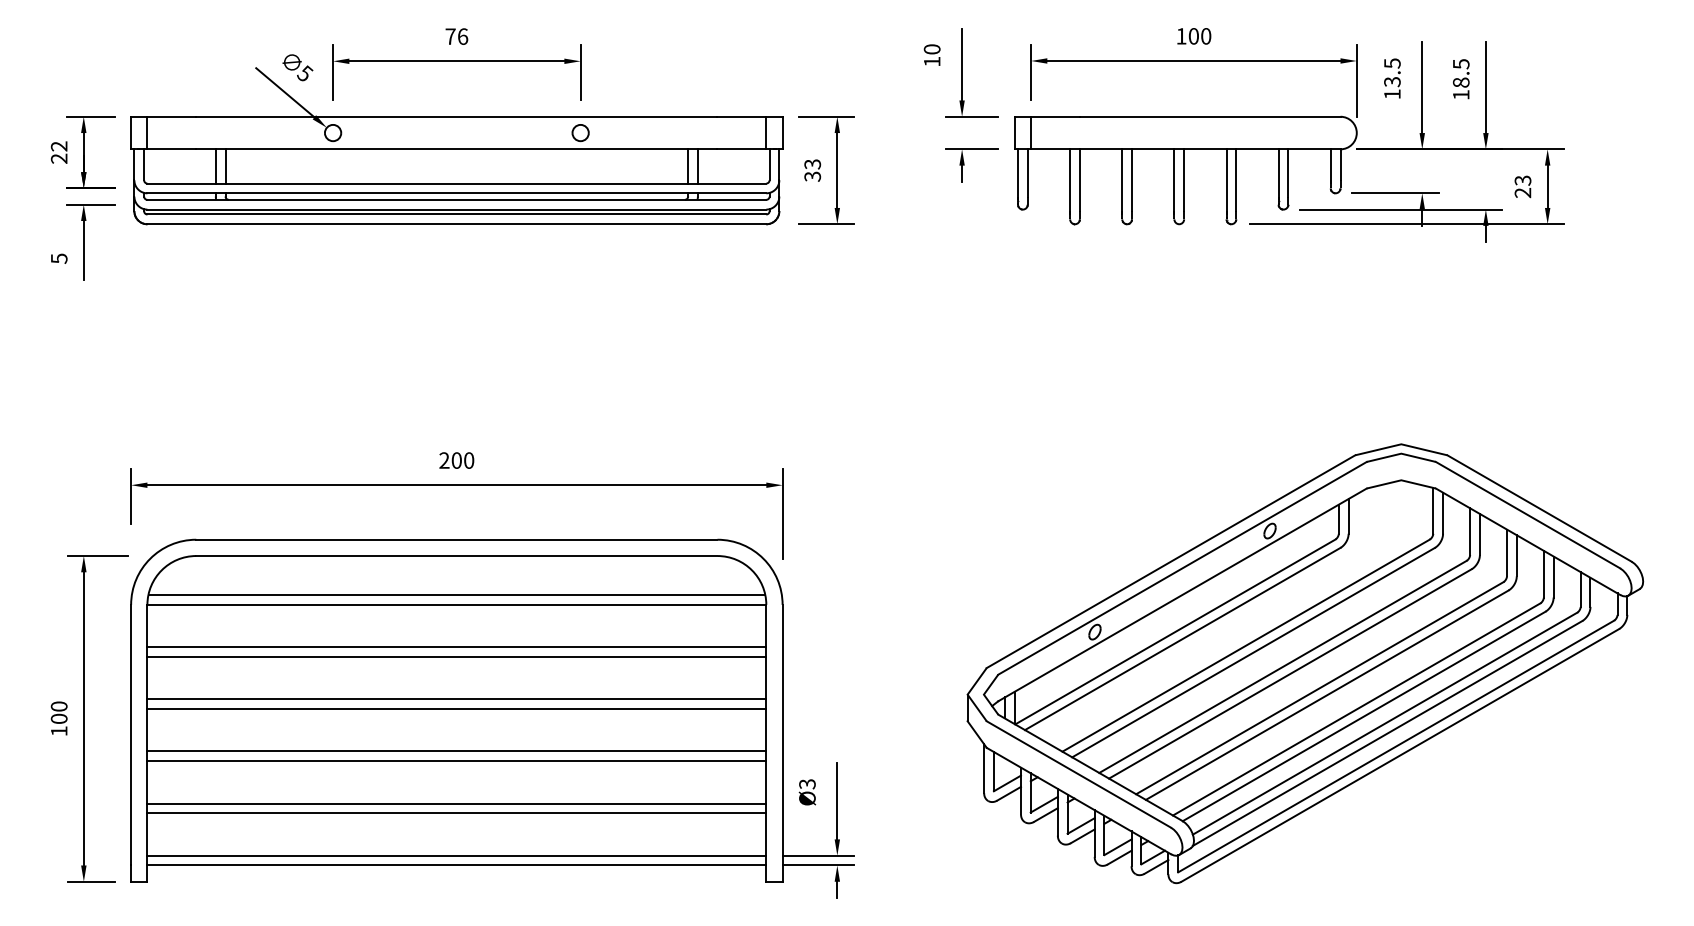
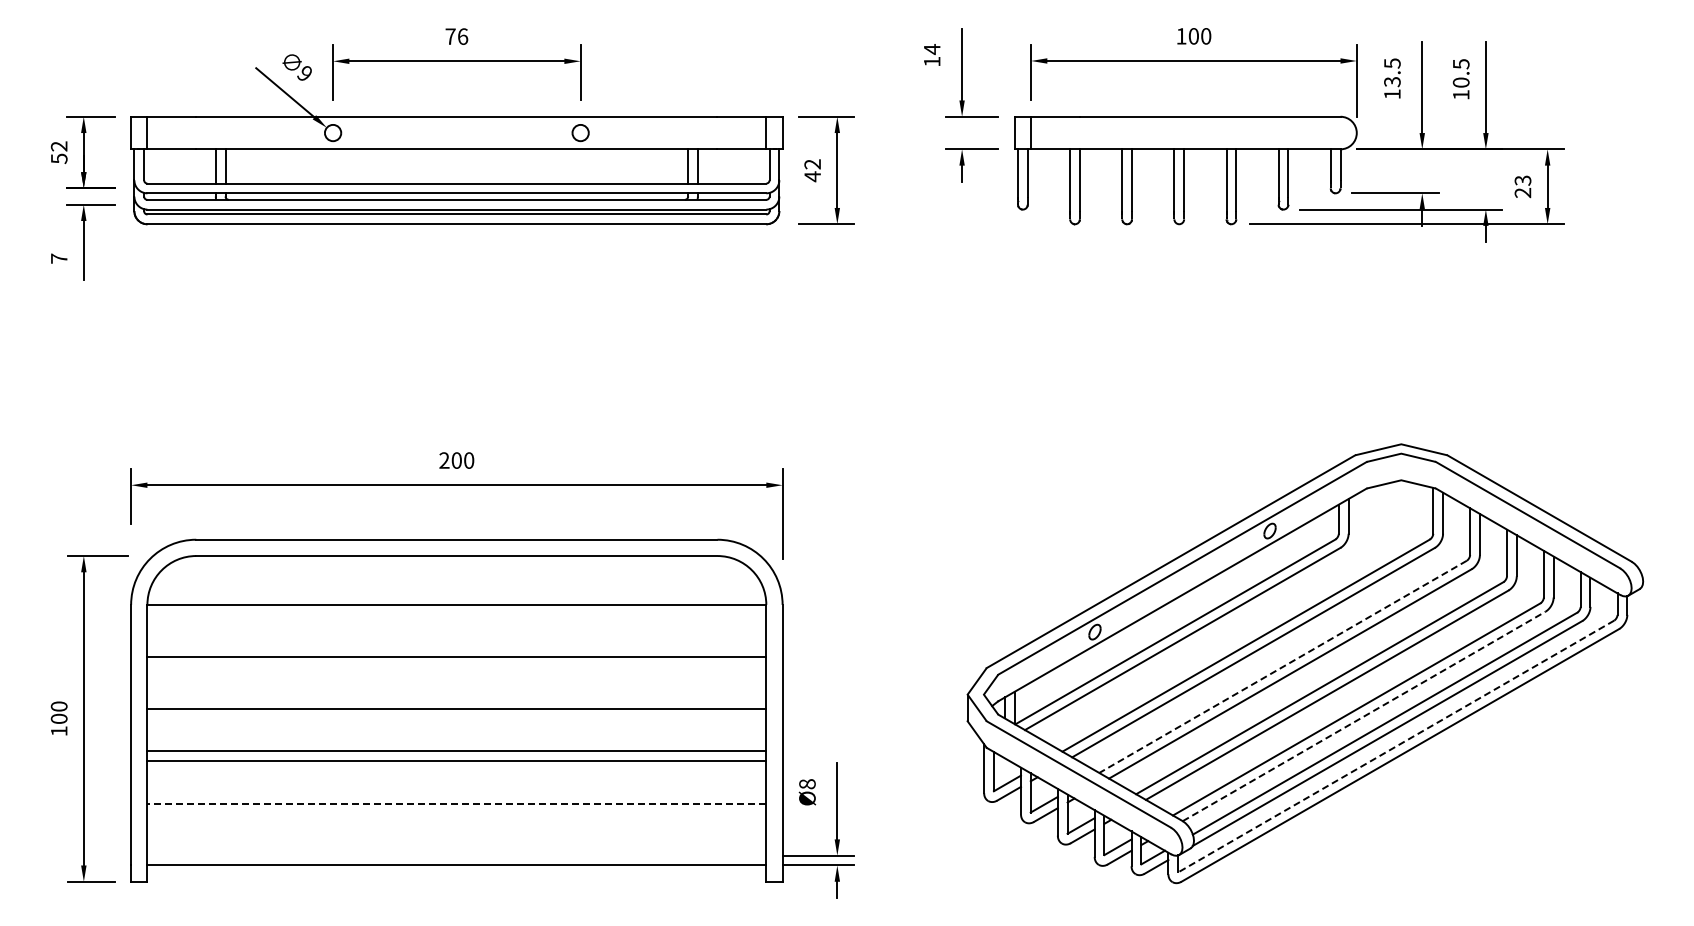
text at (931, 49): 10 -> 14
text at (305, 73): 5 -> 9
text at (1461, 82): 18.5 -> 10.5
text at (58, 158): 22 -> 52
text at (812, 170): 33 -> 42
text at (59, 258): 5 -> 7
line at (456, 595): present -> none
line at (456, 647): present -> none
line at (1282, 667): solid -> dashed
line at (456, 699): present -> none
line at (1364, 716): solid -> dashed
line at (1396, 746): solid -> dashed
text at (807, 784): Ø3 -> Ø8
line at (456, 803): solid -> dashed
line at (456, 813): present -> none
line at (456, 855): present -> none
